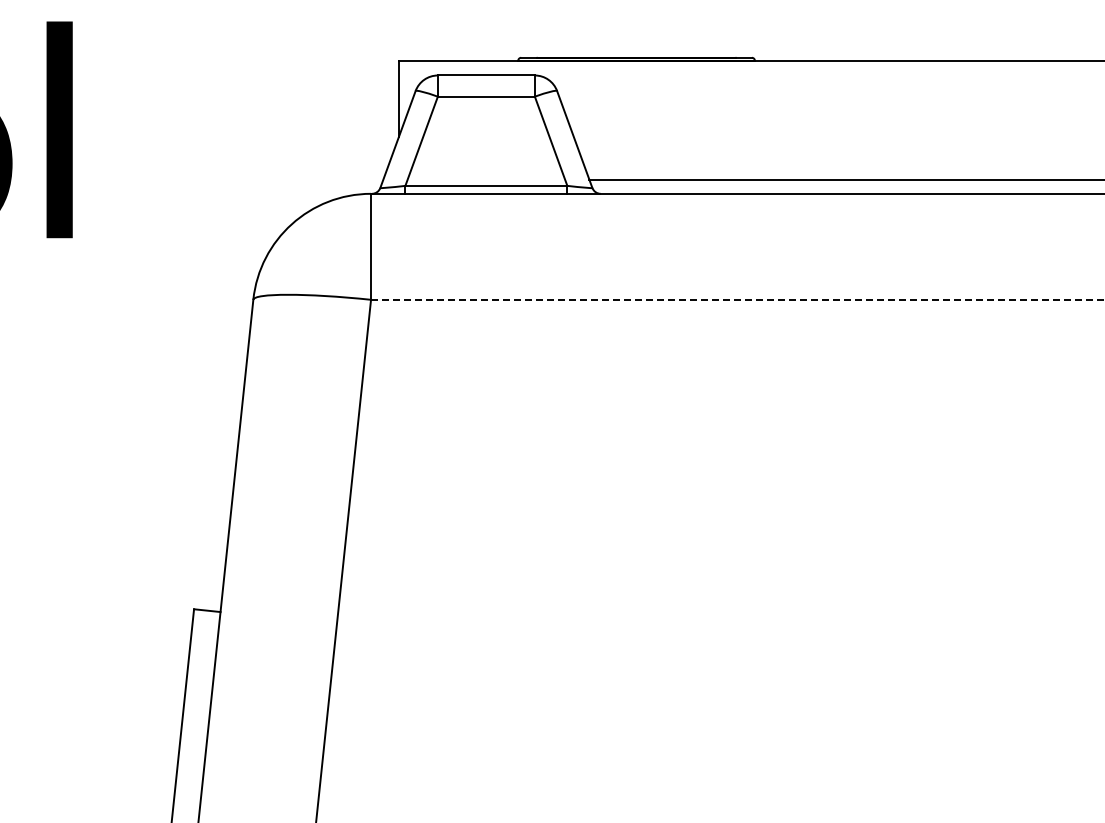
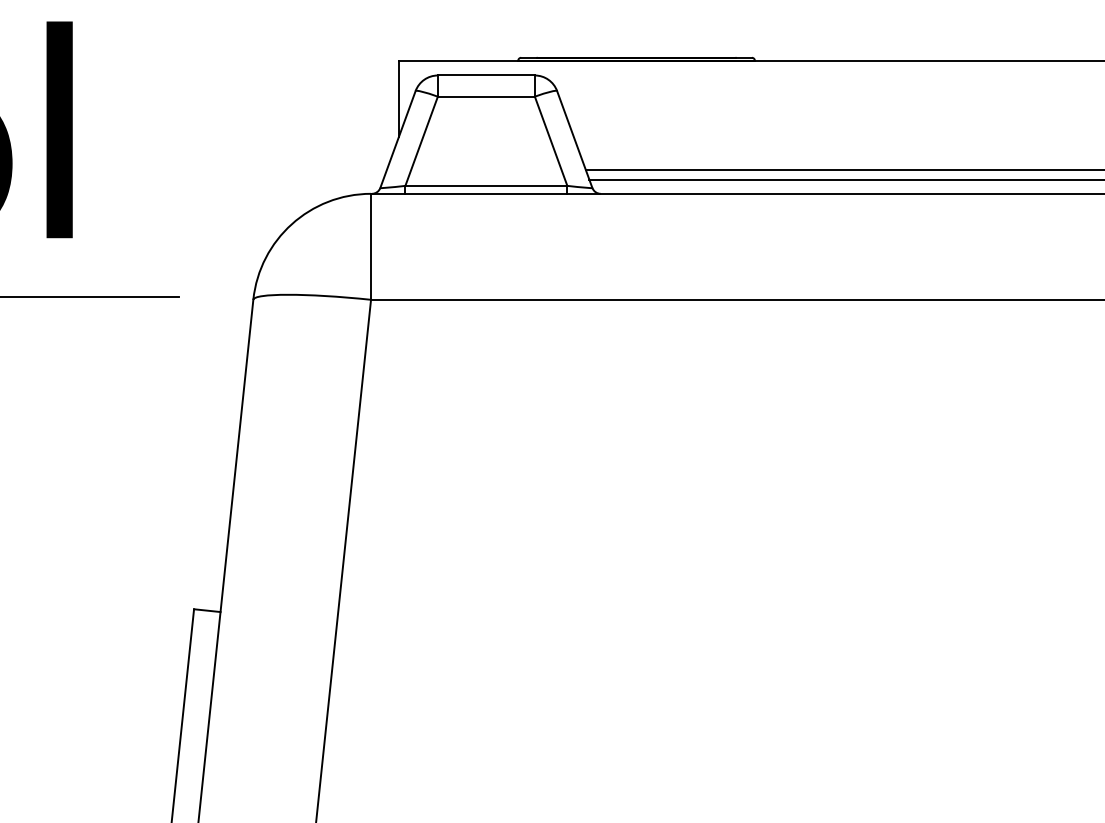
line at (843, 170): none -> present
line at (90, 297): none -> present
line at (737, 299): dashed -> solid
